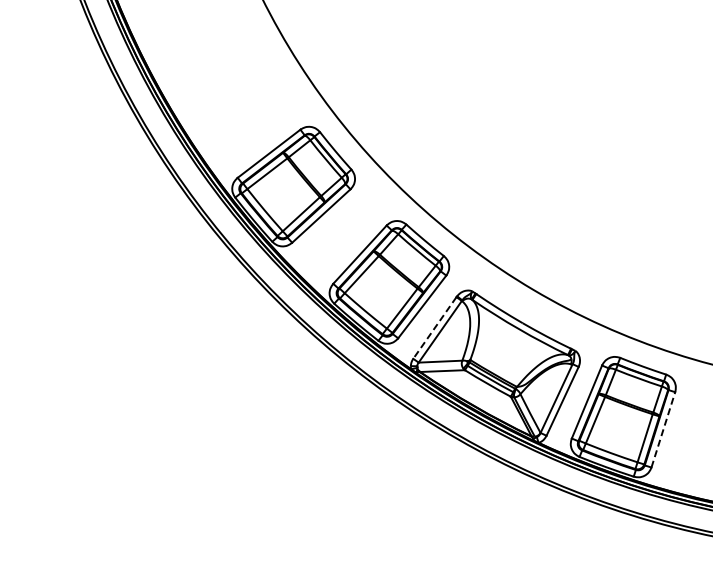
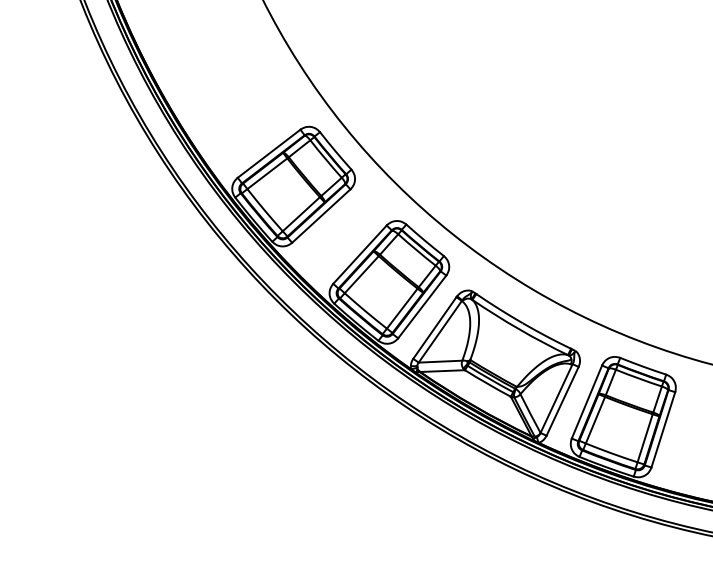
line at (434, 327): dashed -> solid
line at (663, 429): dashed -> solid
